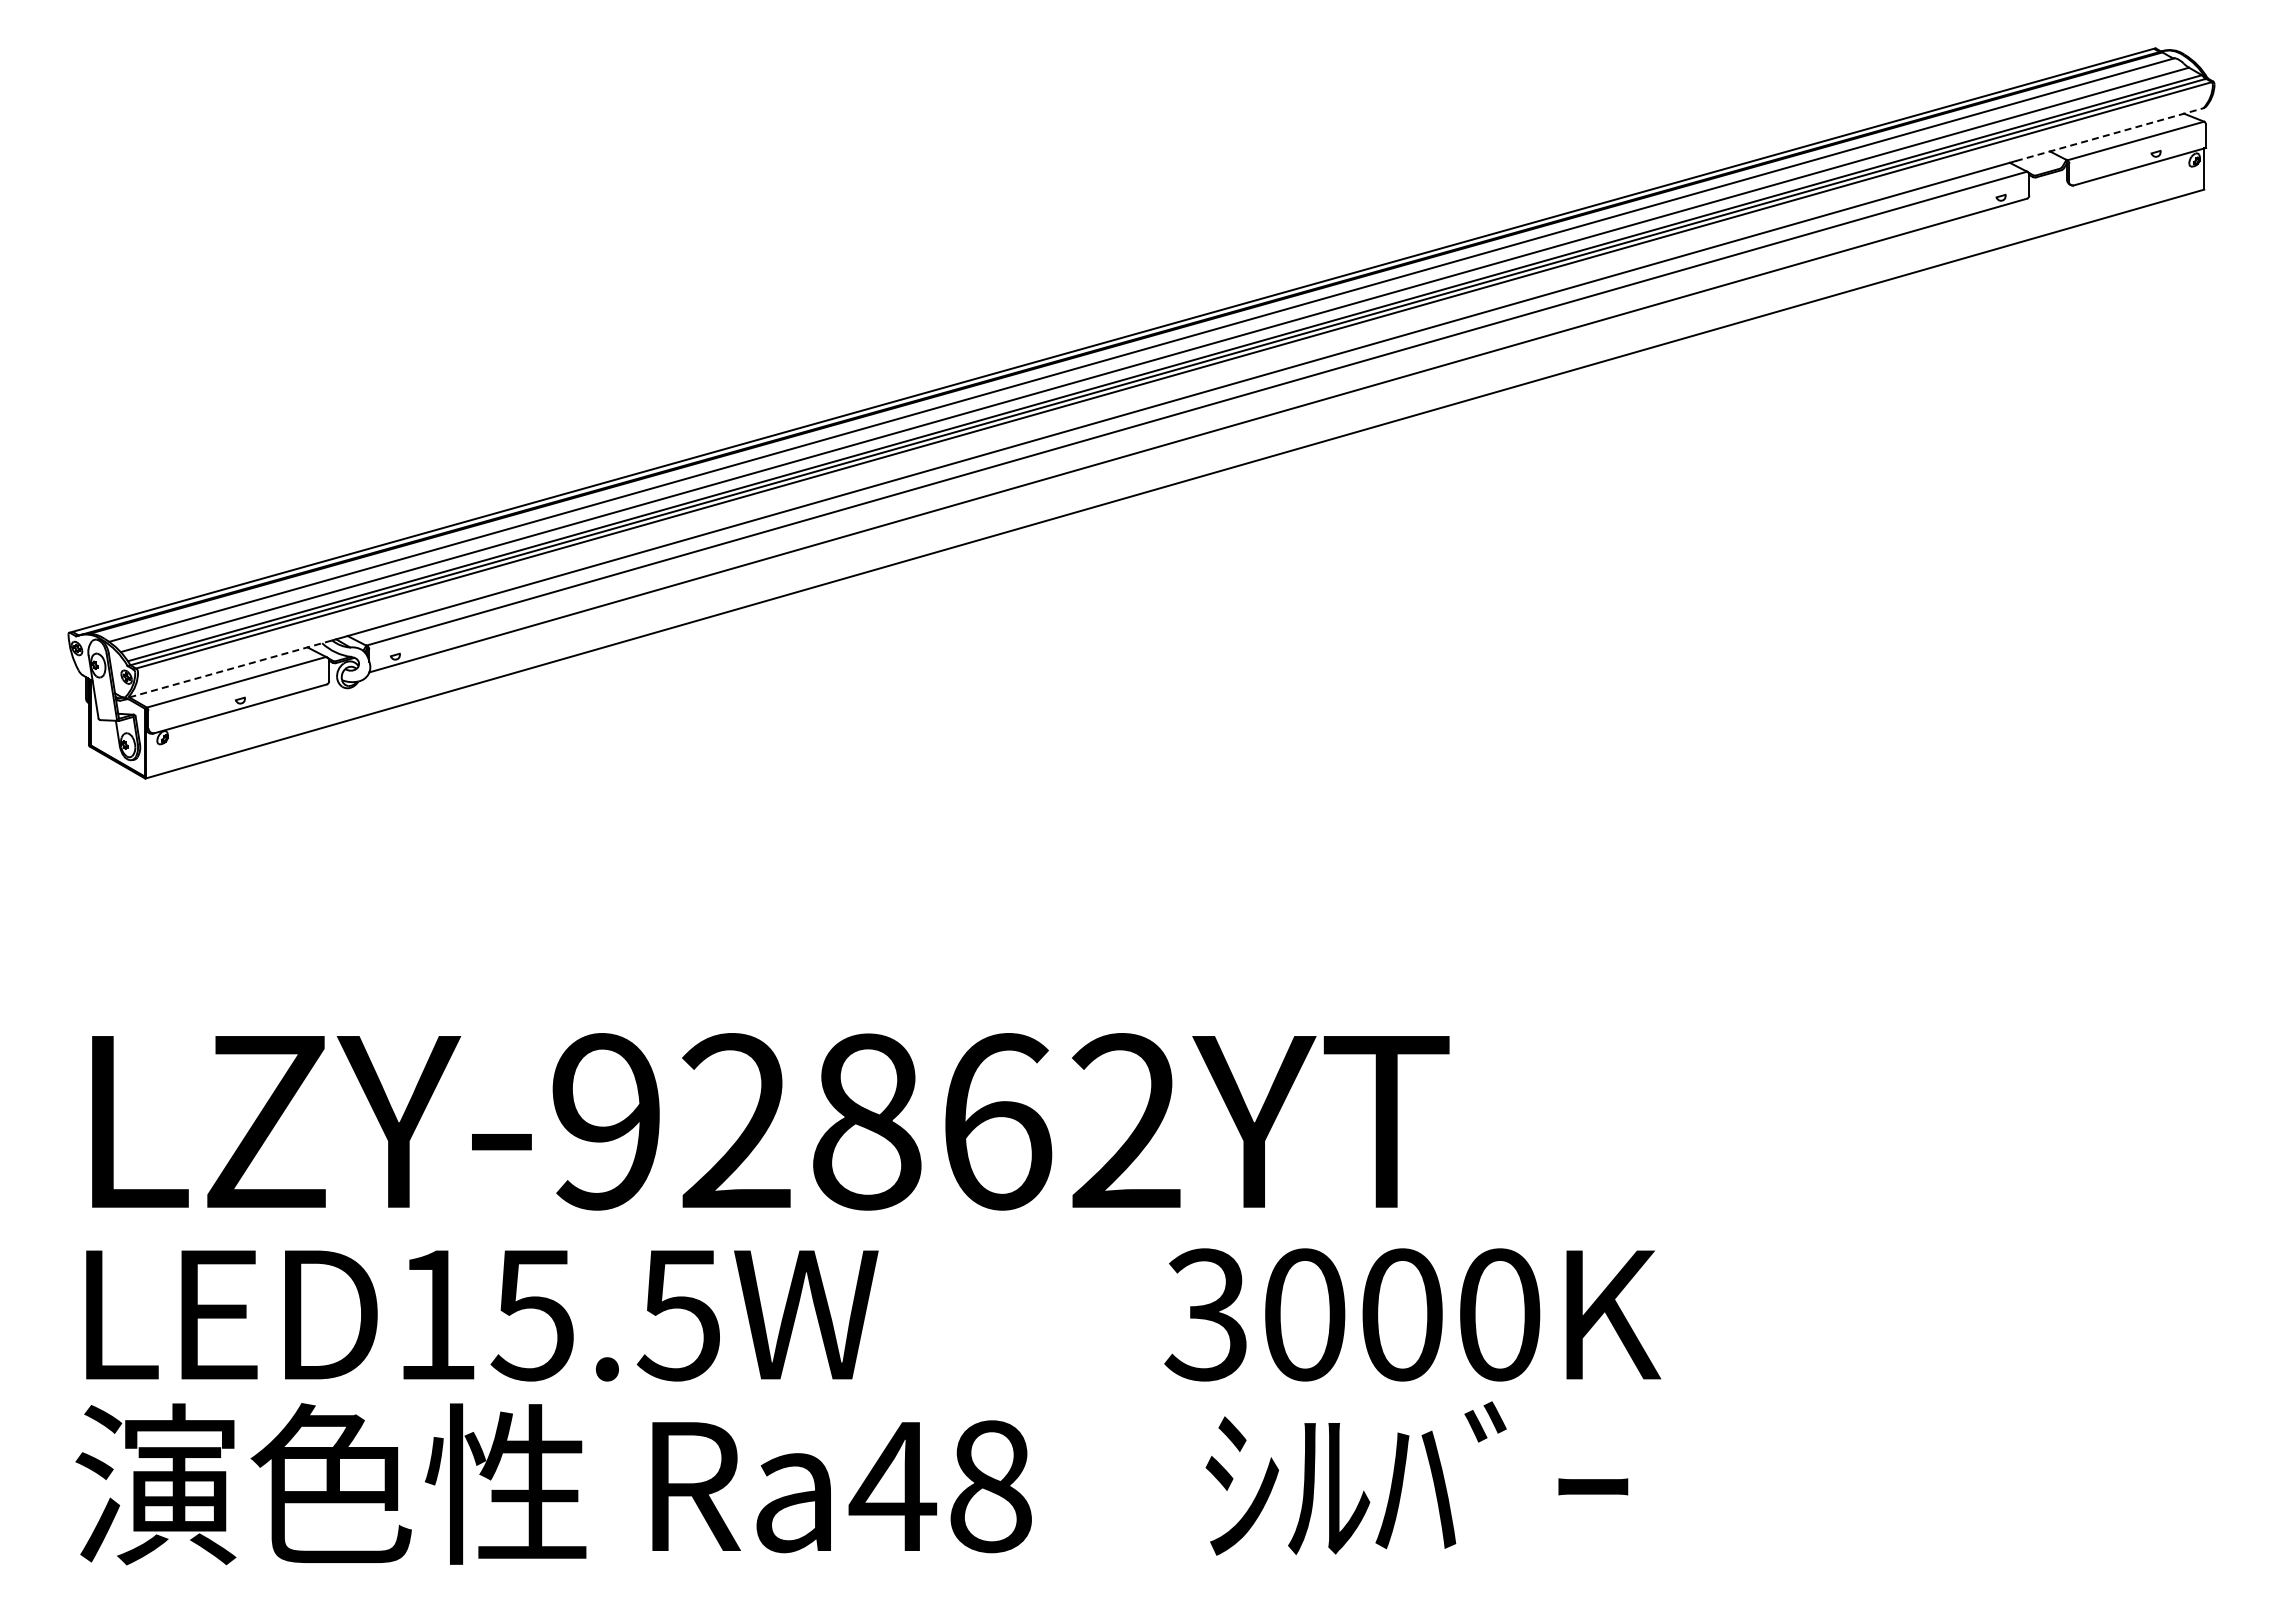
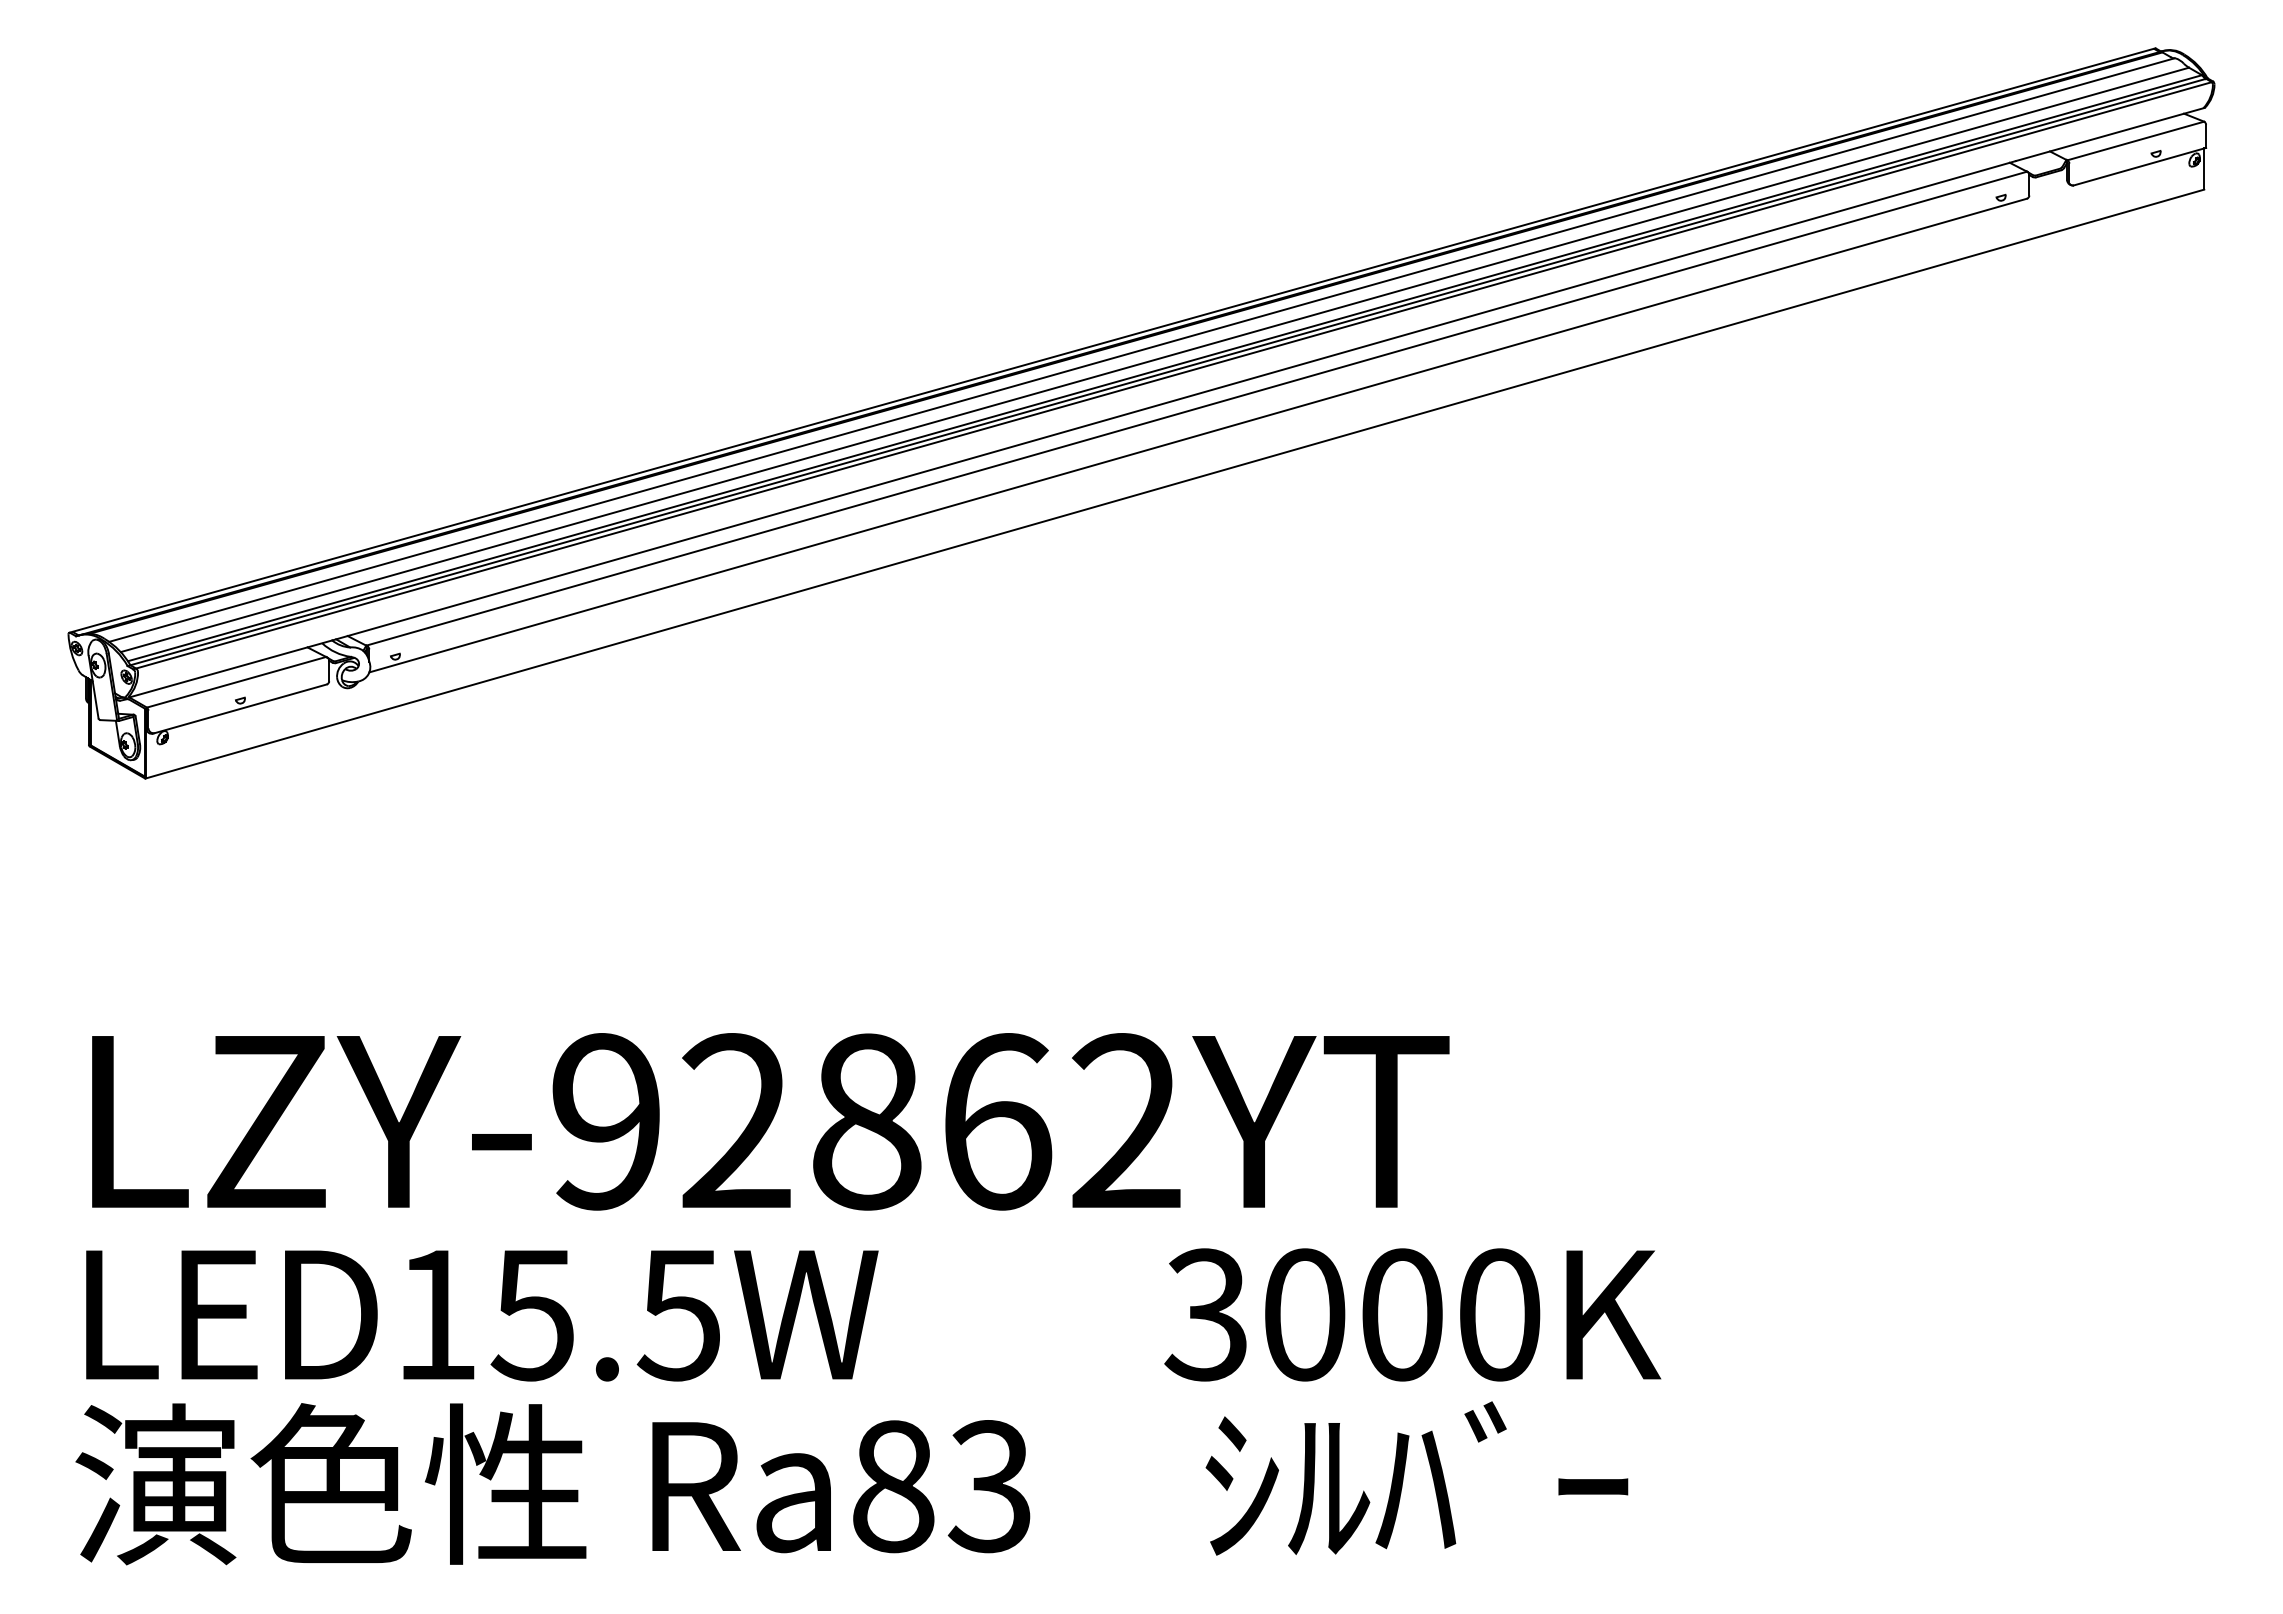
line at (2110, 134): dashed -> solid
line at (231, 668): dashed -> solid
text at (939, 1486): Ra48 -> Ra83
